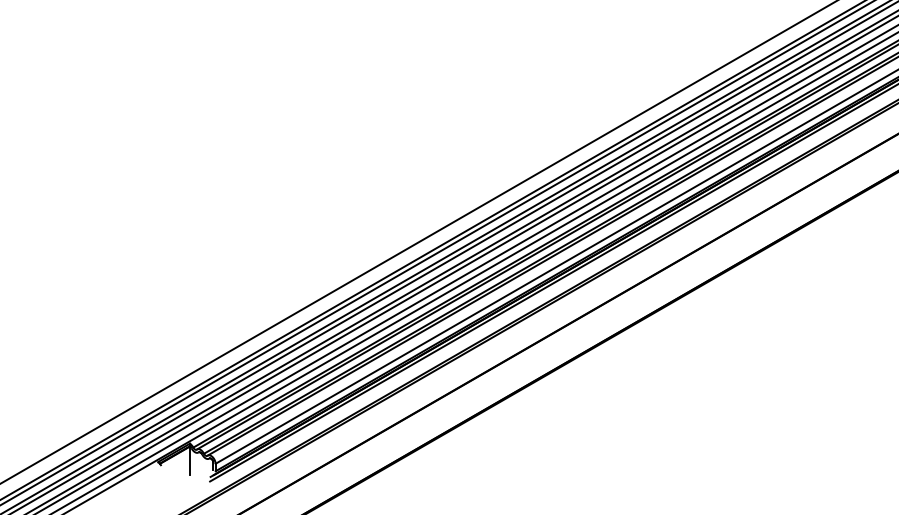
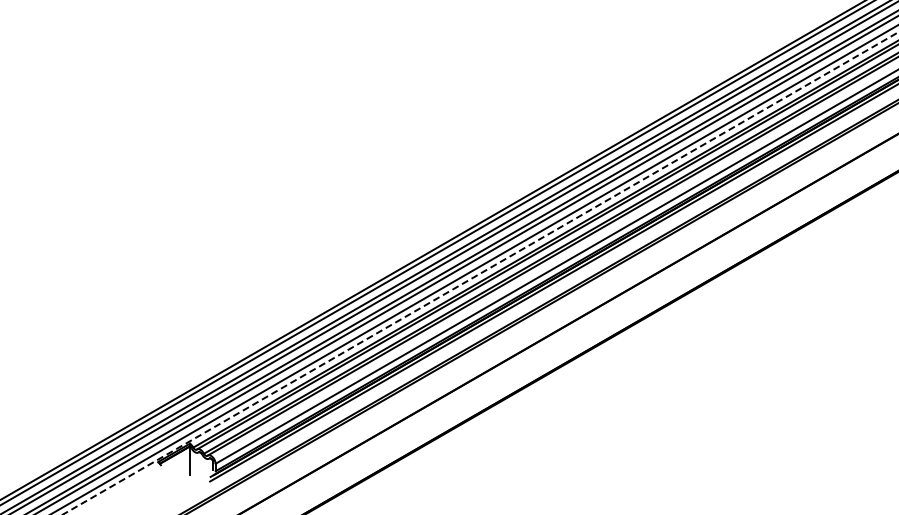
line at (418, 242): present -> none
line at (480, 273): solid -> dashed
